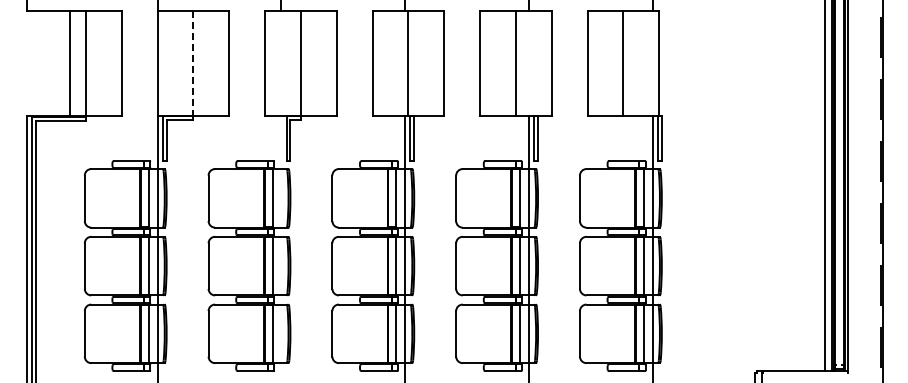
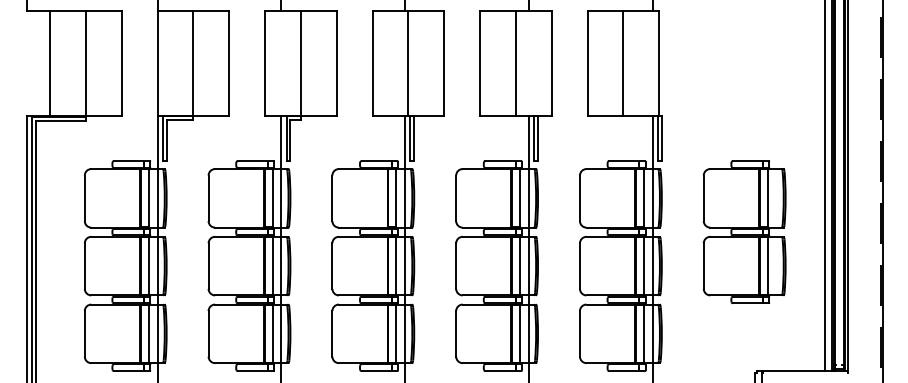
line at (70, 63) position: (70, 63) -> (50, 63)
line at (193, 63): dashed -> solid
part at (744, 232): none -> present
line at (281, 247): none -> present
